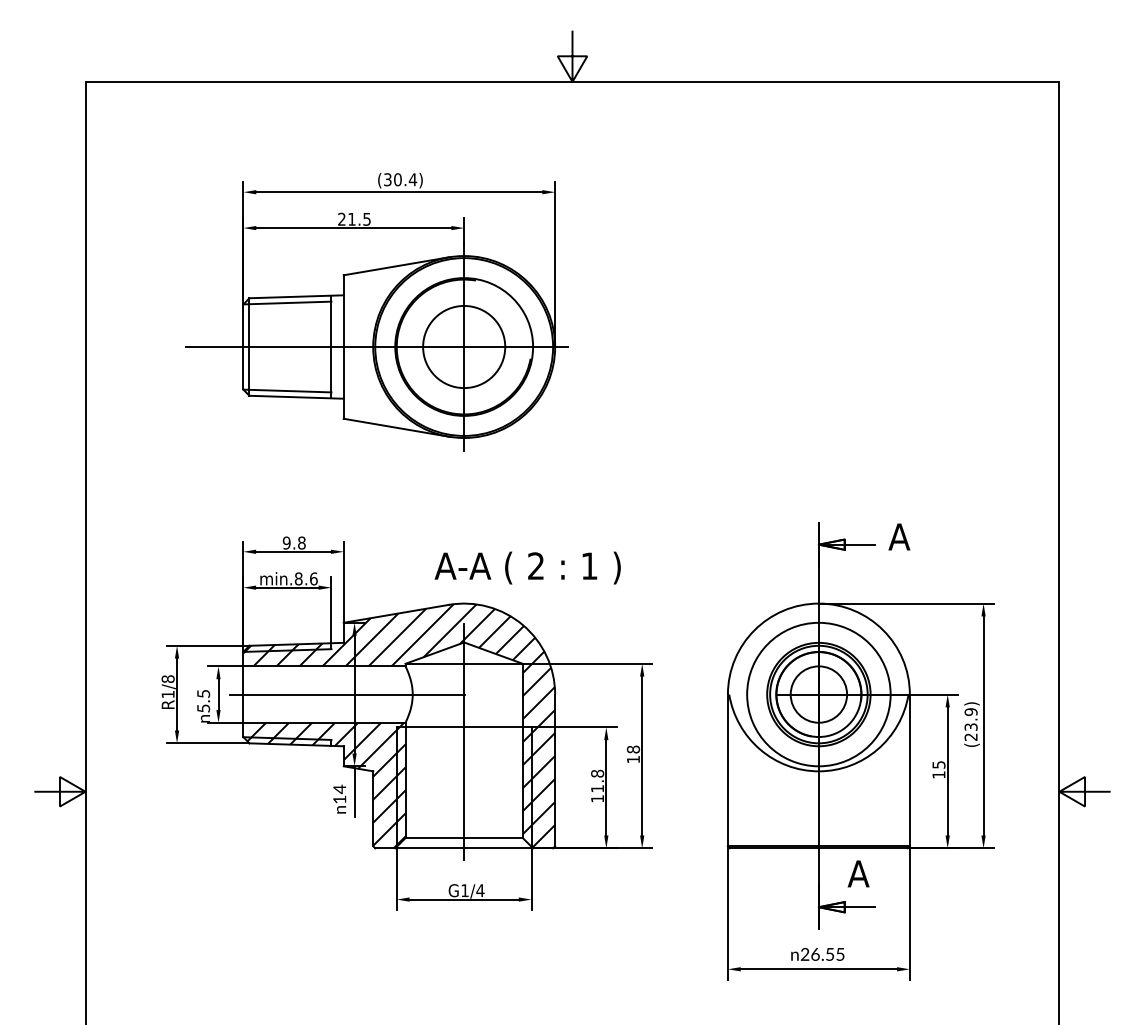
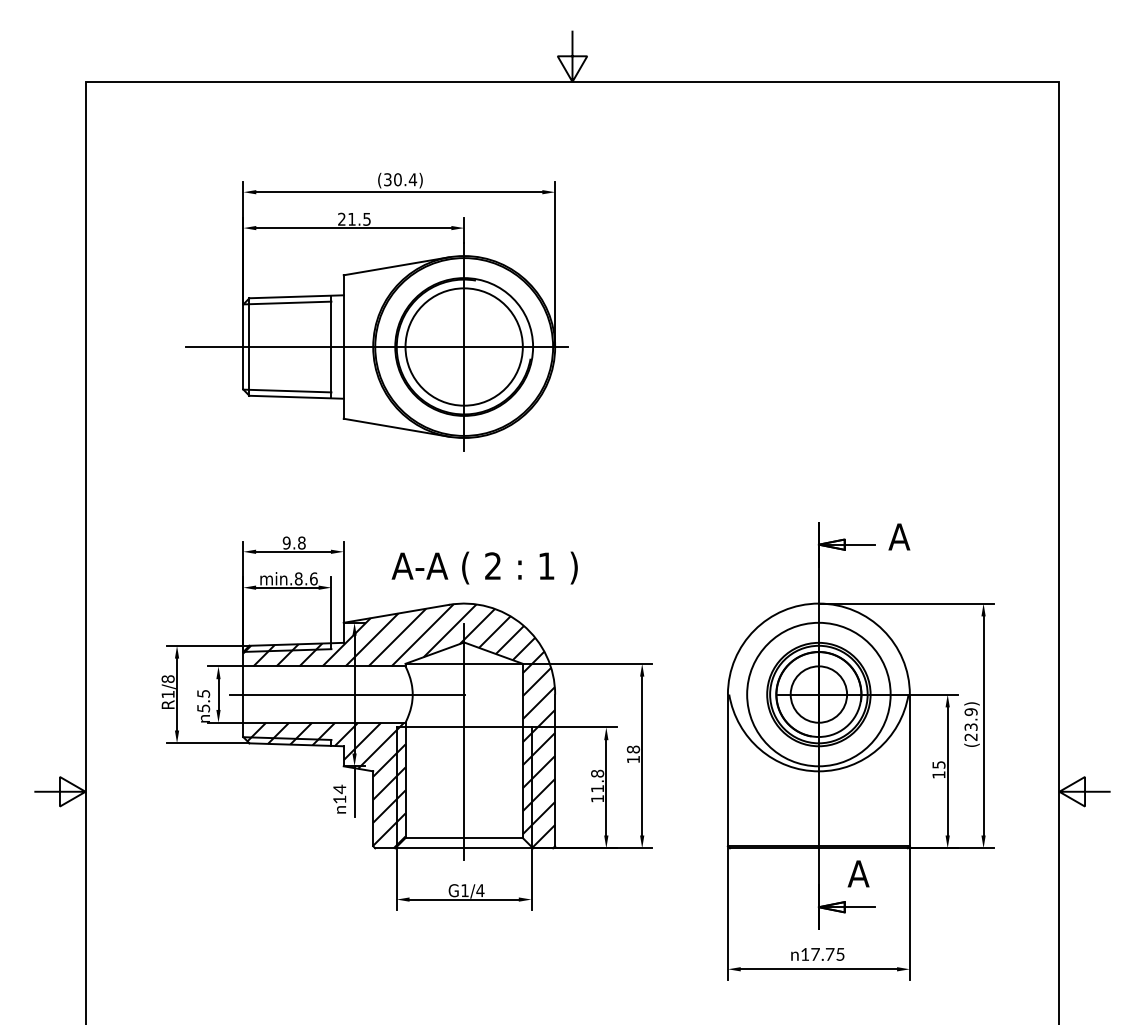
circle at (464, 346) diameter: 82 px -> 117 px
text at (527, 567) position: (527, 567) -> (484, 567)
text at (817, 954): 26.55 -> 17.75
